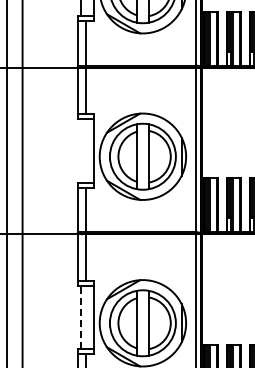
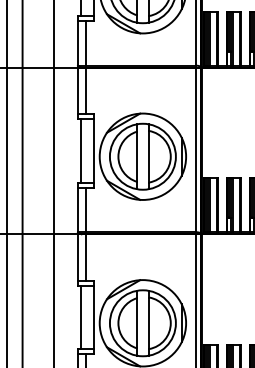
line at (81, 150): none -> present
line at (54, 183): none -> present
line at (81, 317): dashed -> solid
